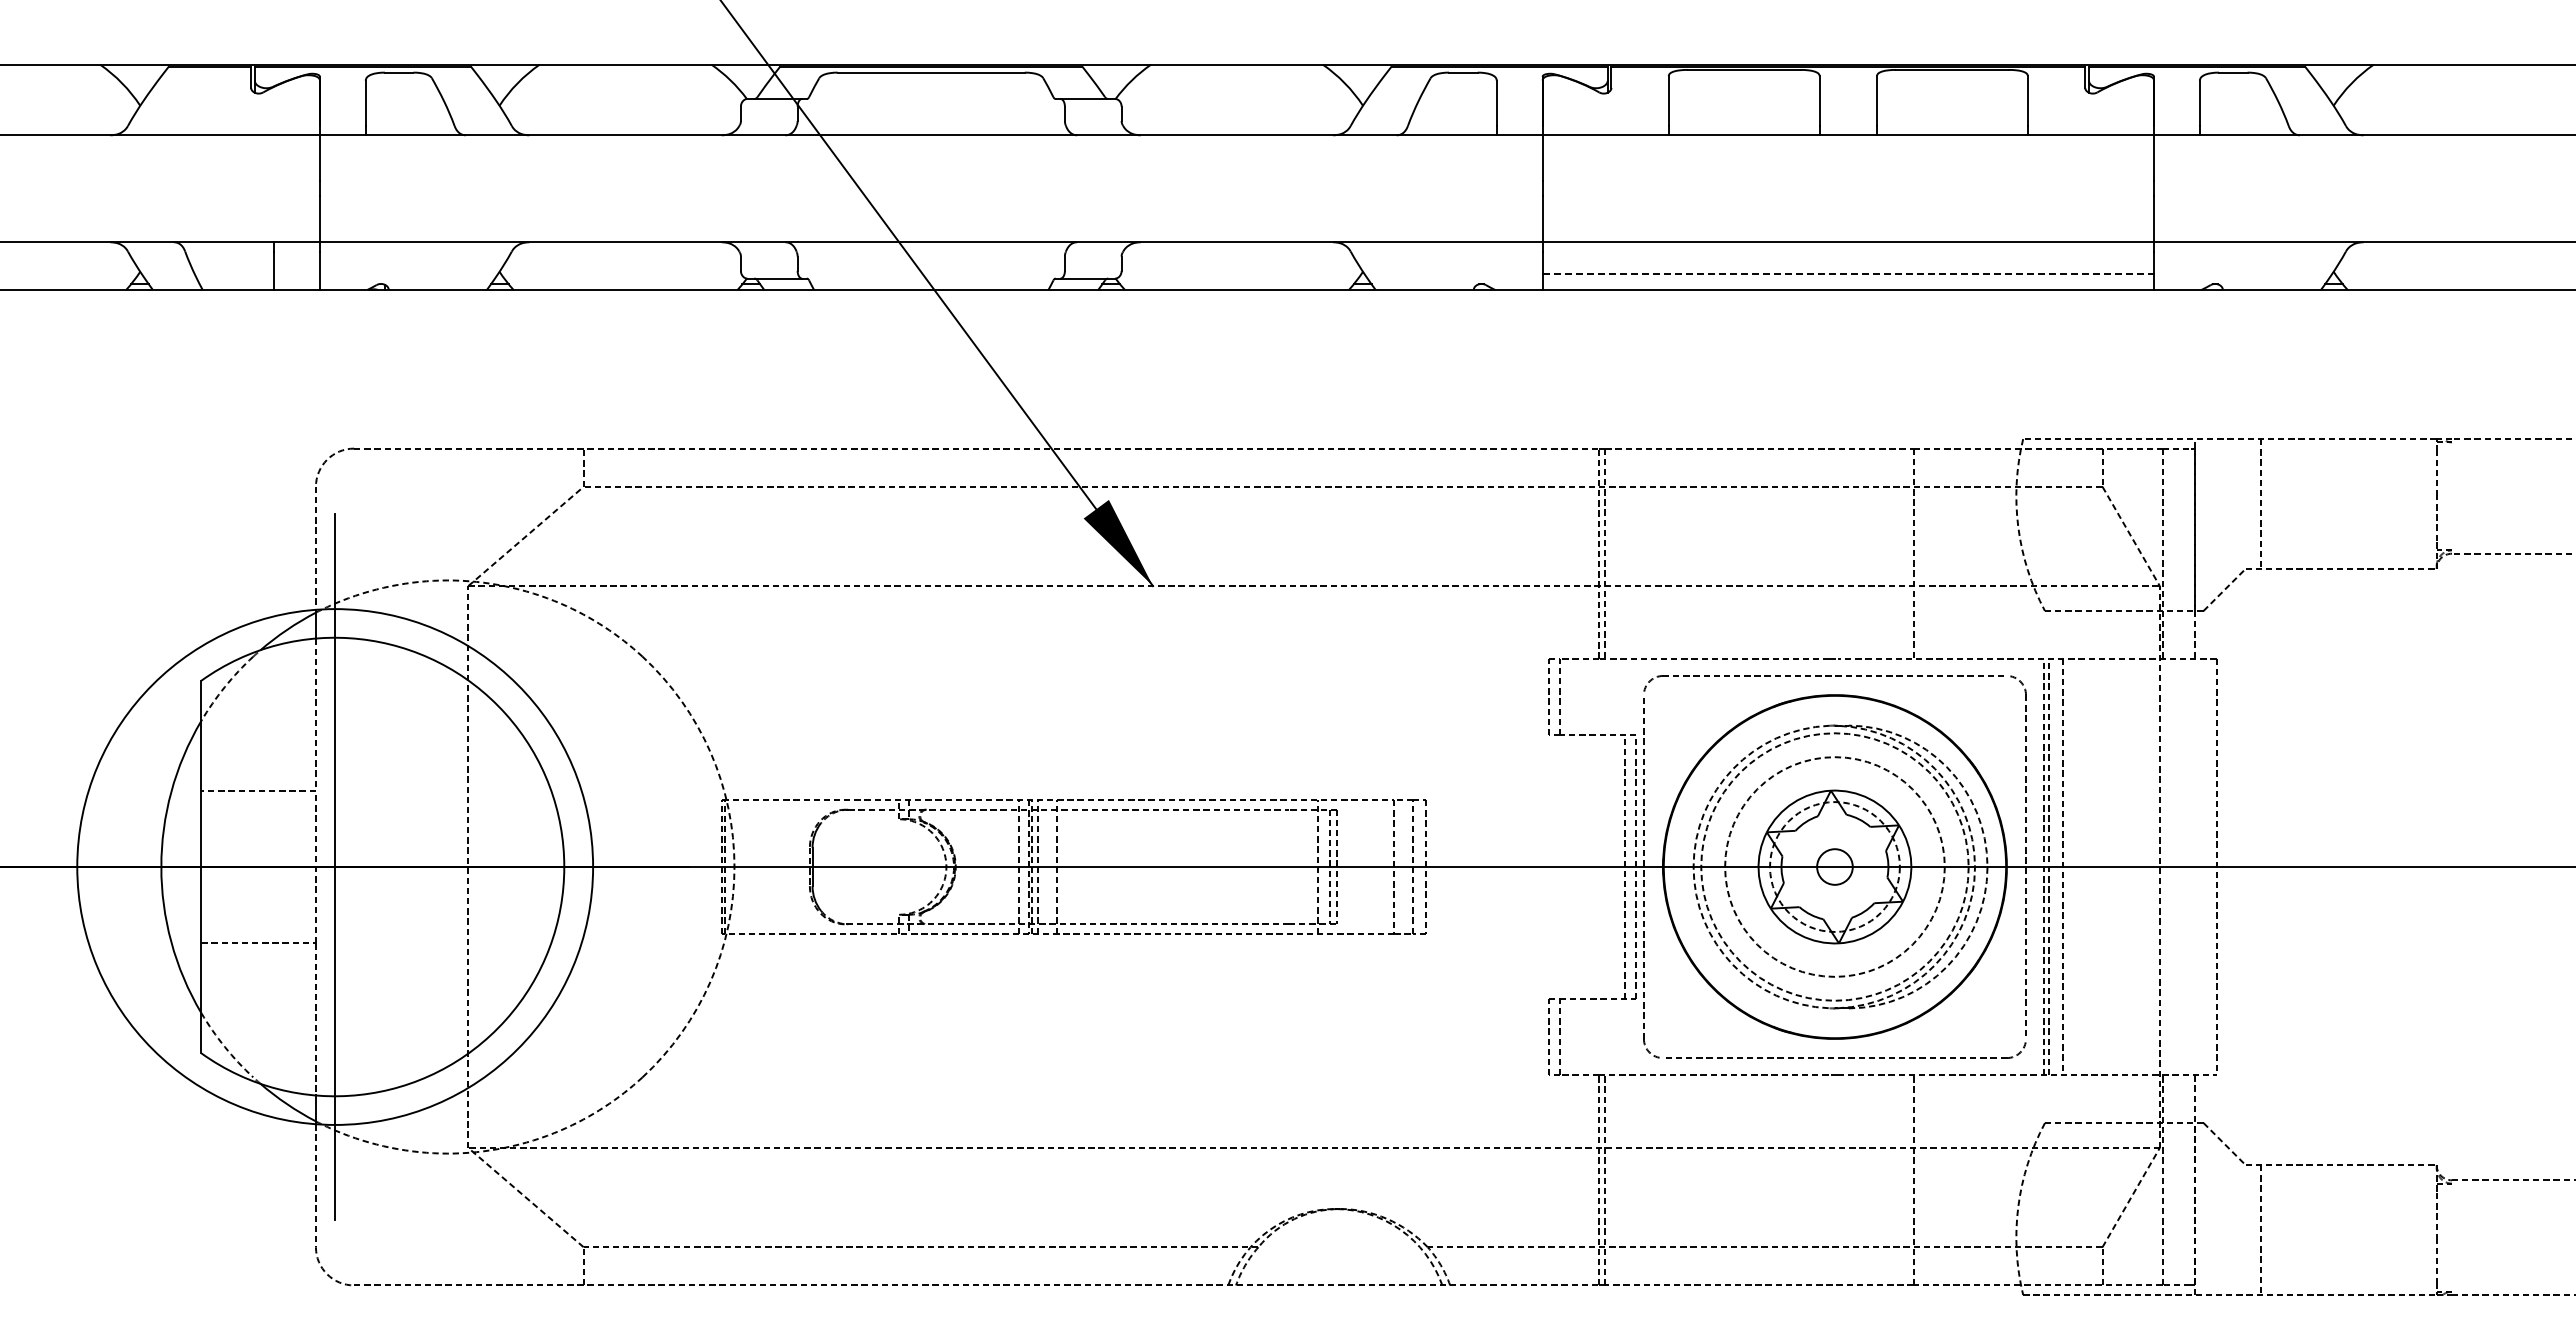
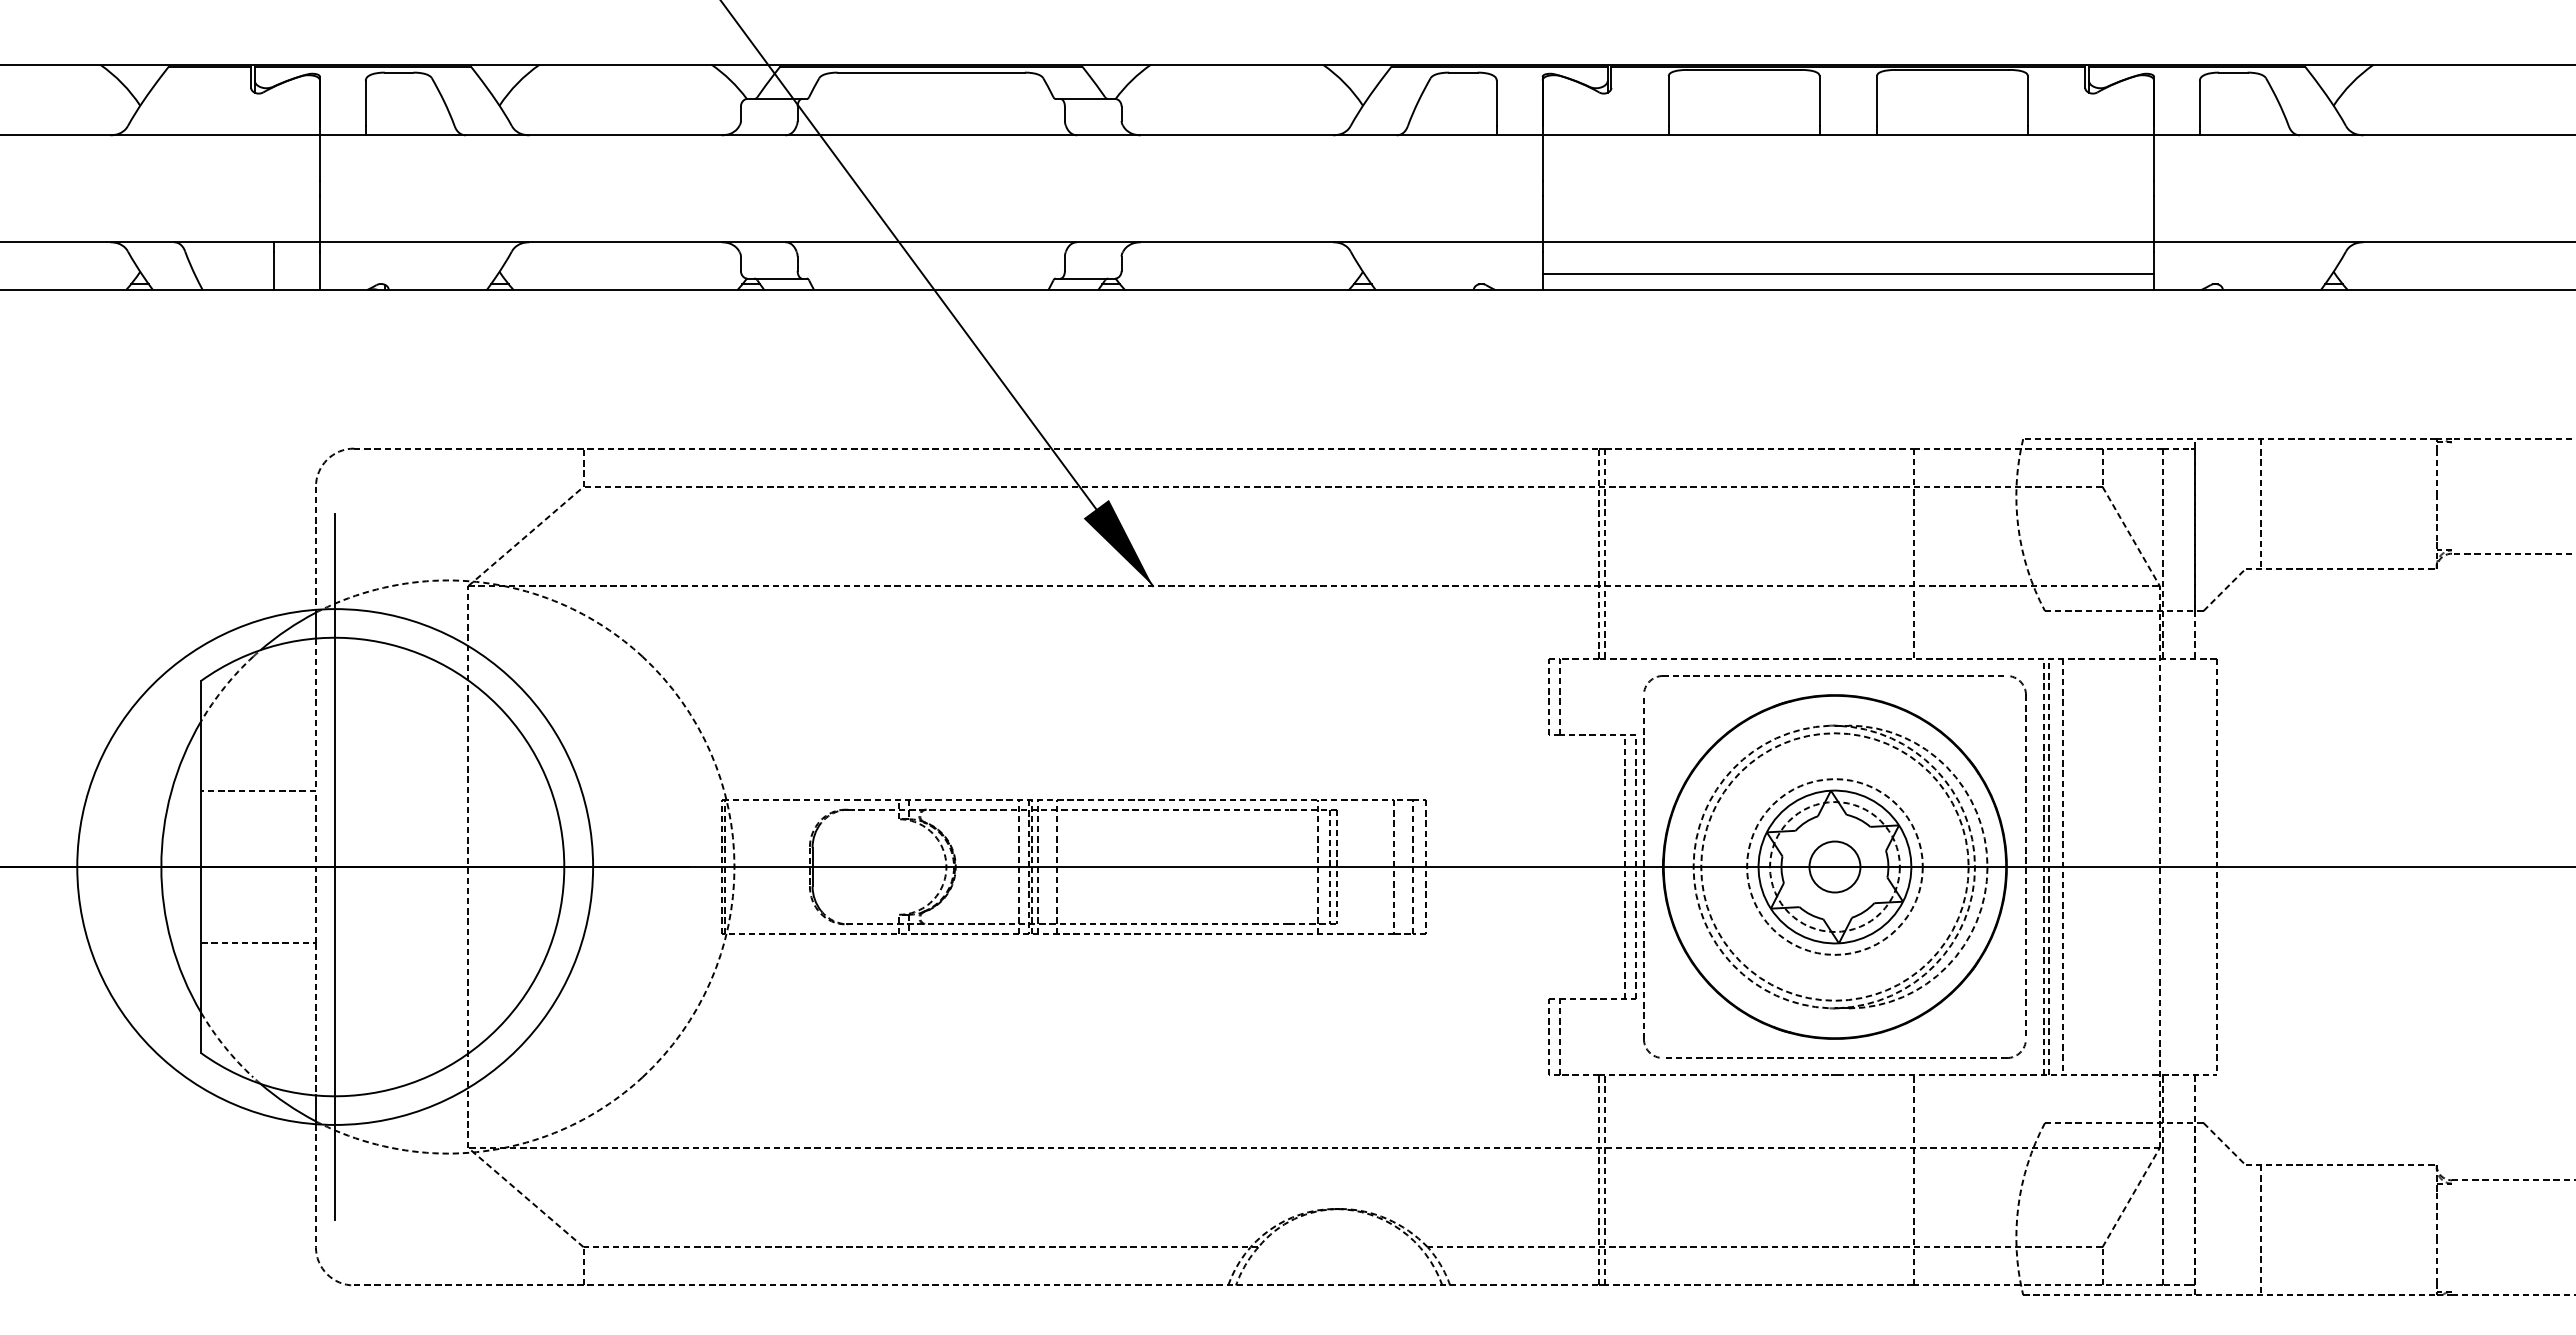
line at (1848, 274): dashed -> solid
circle at (1834, 866) diameter: 220 px -> 176 px
circle at (1834, 866) diameter: 36 px -> 51 px
